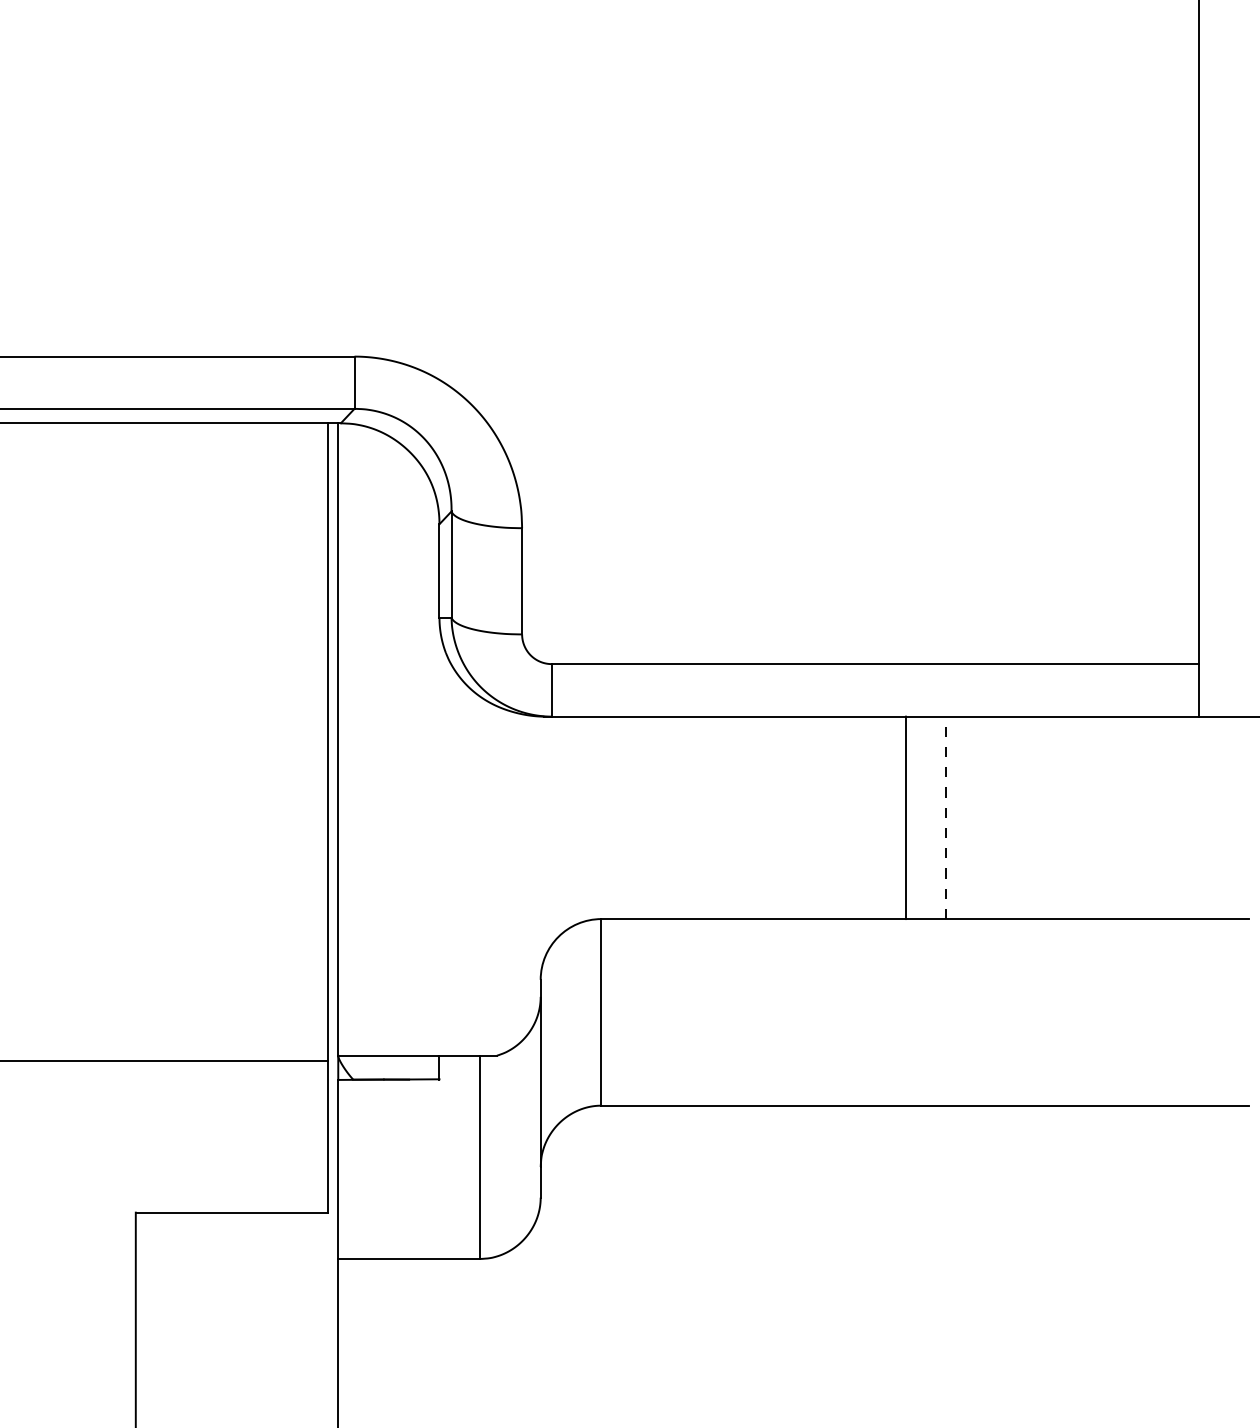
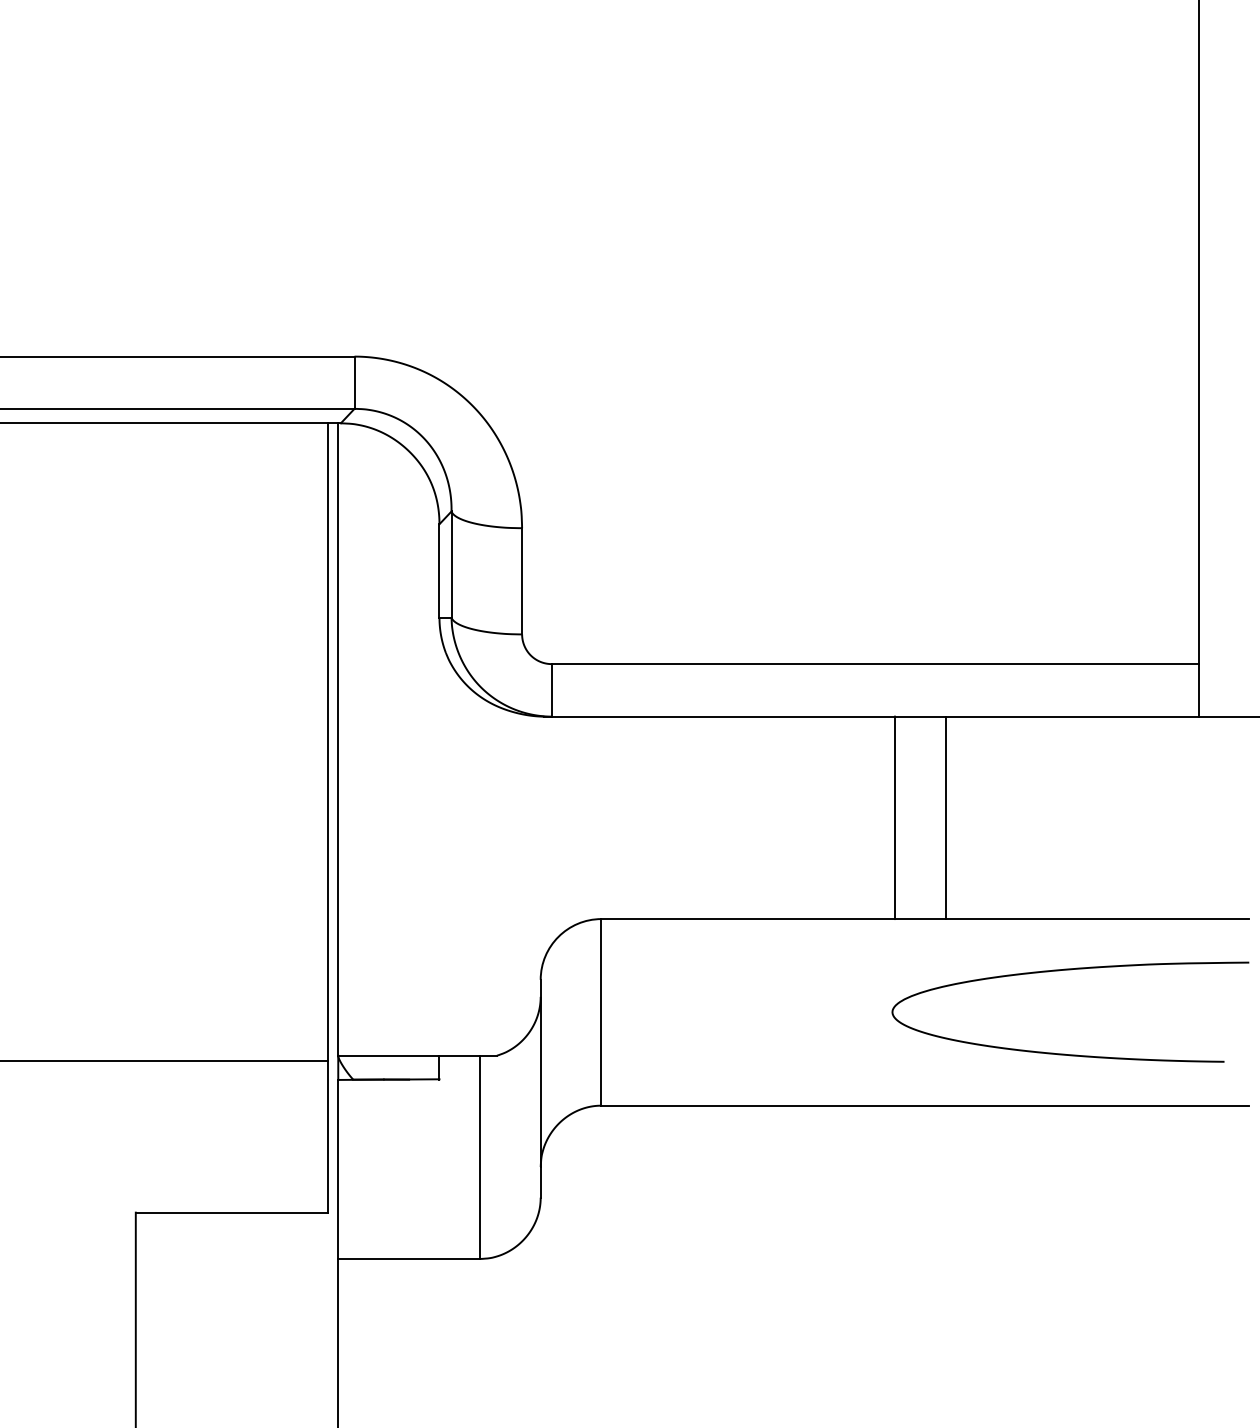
line at (905, 817) position: (905, 817) -> (894, 817)
line at (945, 817): dashed -> solid
curve at (1070, 970): none -> present
